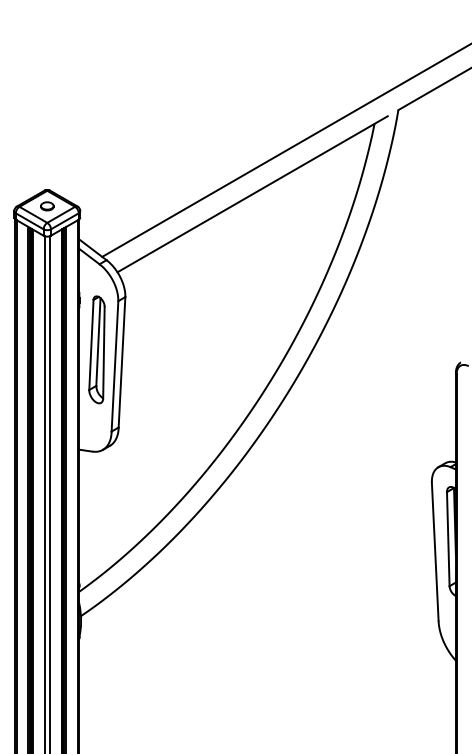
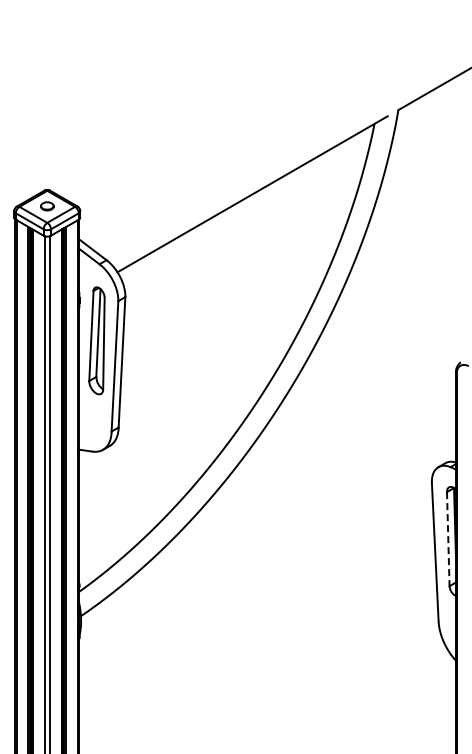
line at (285, 150): present -> none
part at (96, 349) position: (96, 349) -> (96, 340)
line at (448, 539): solid -> dashed
